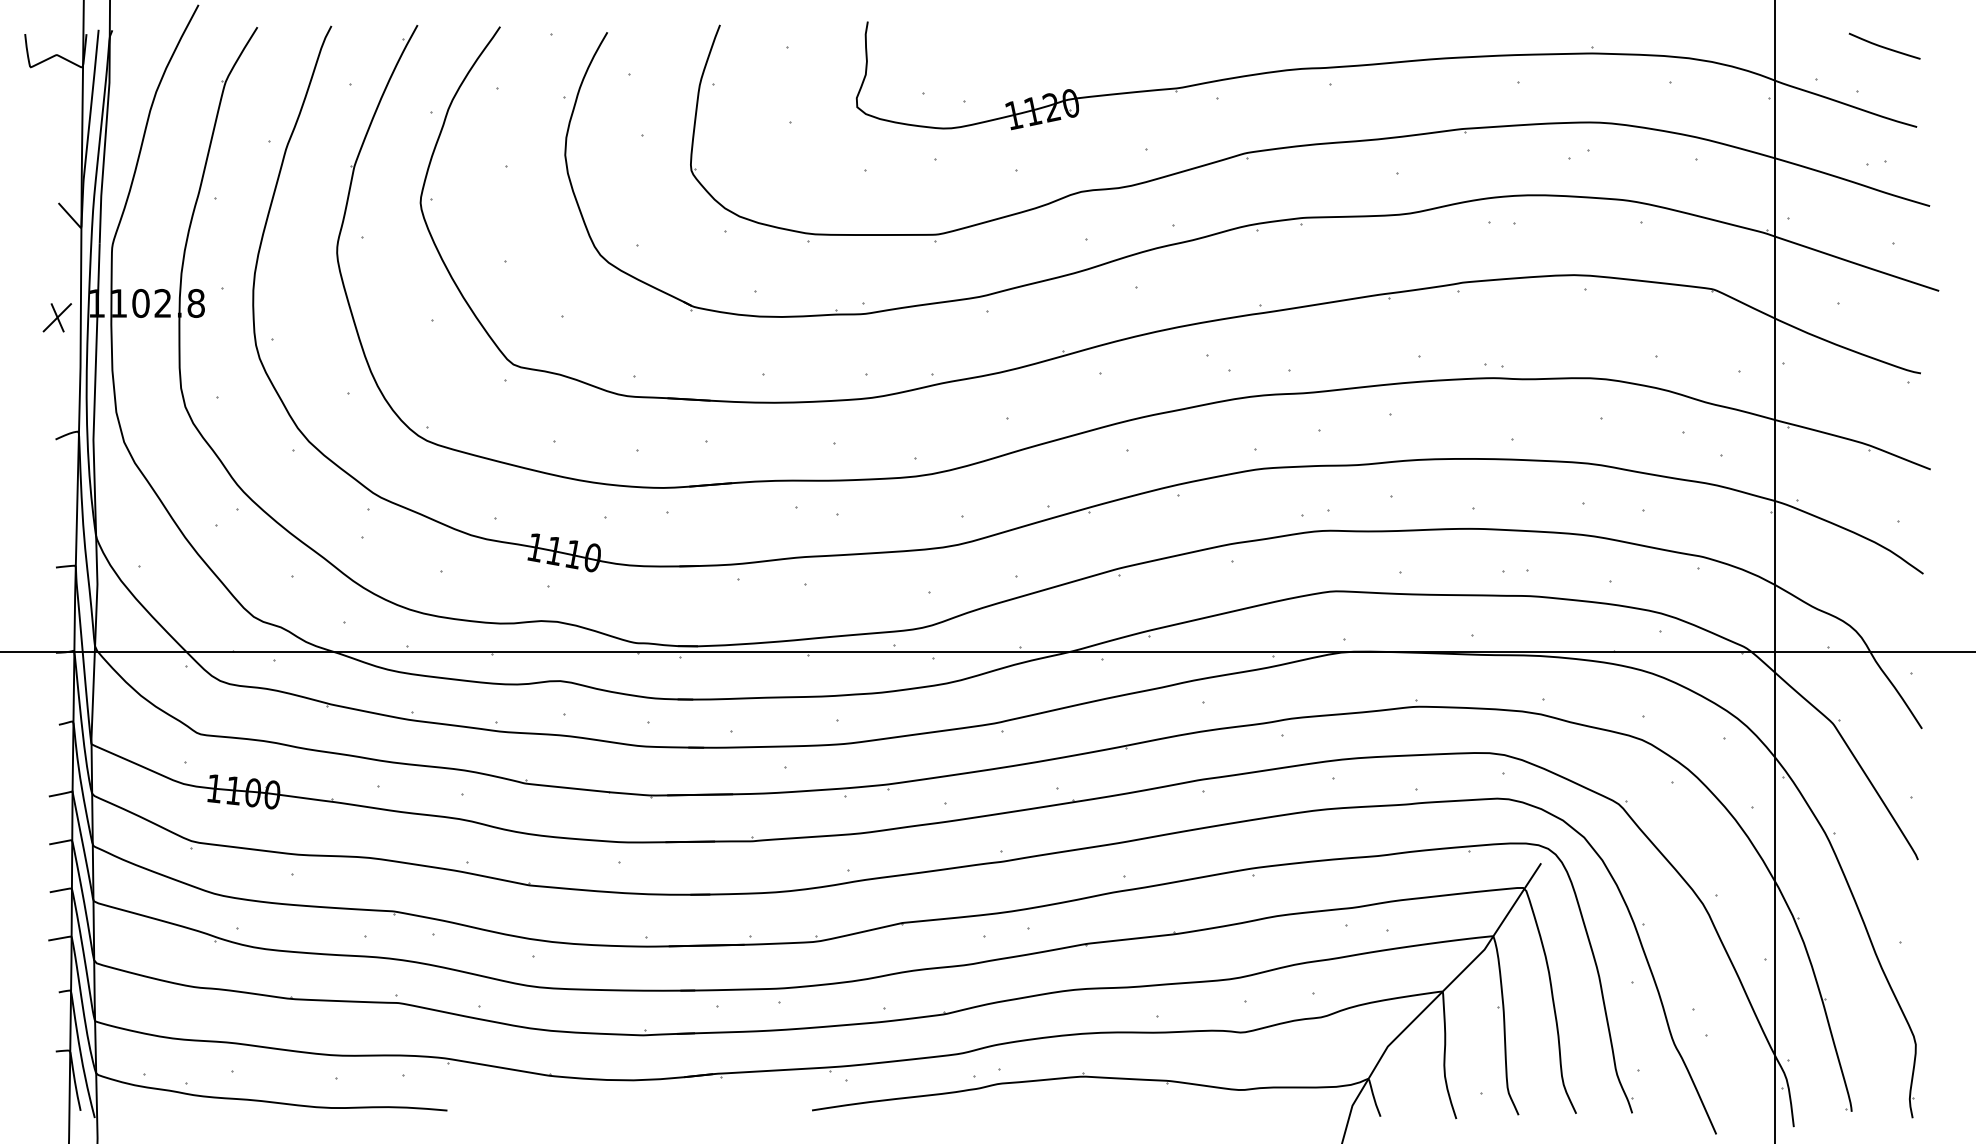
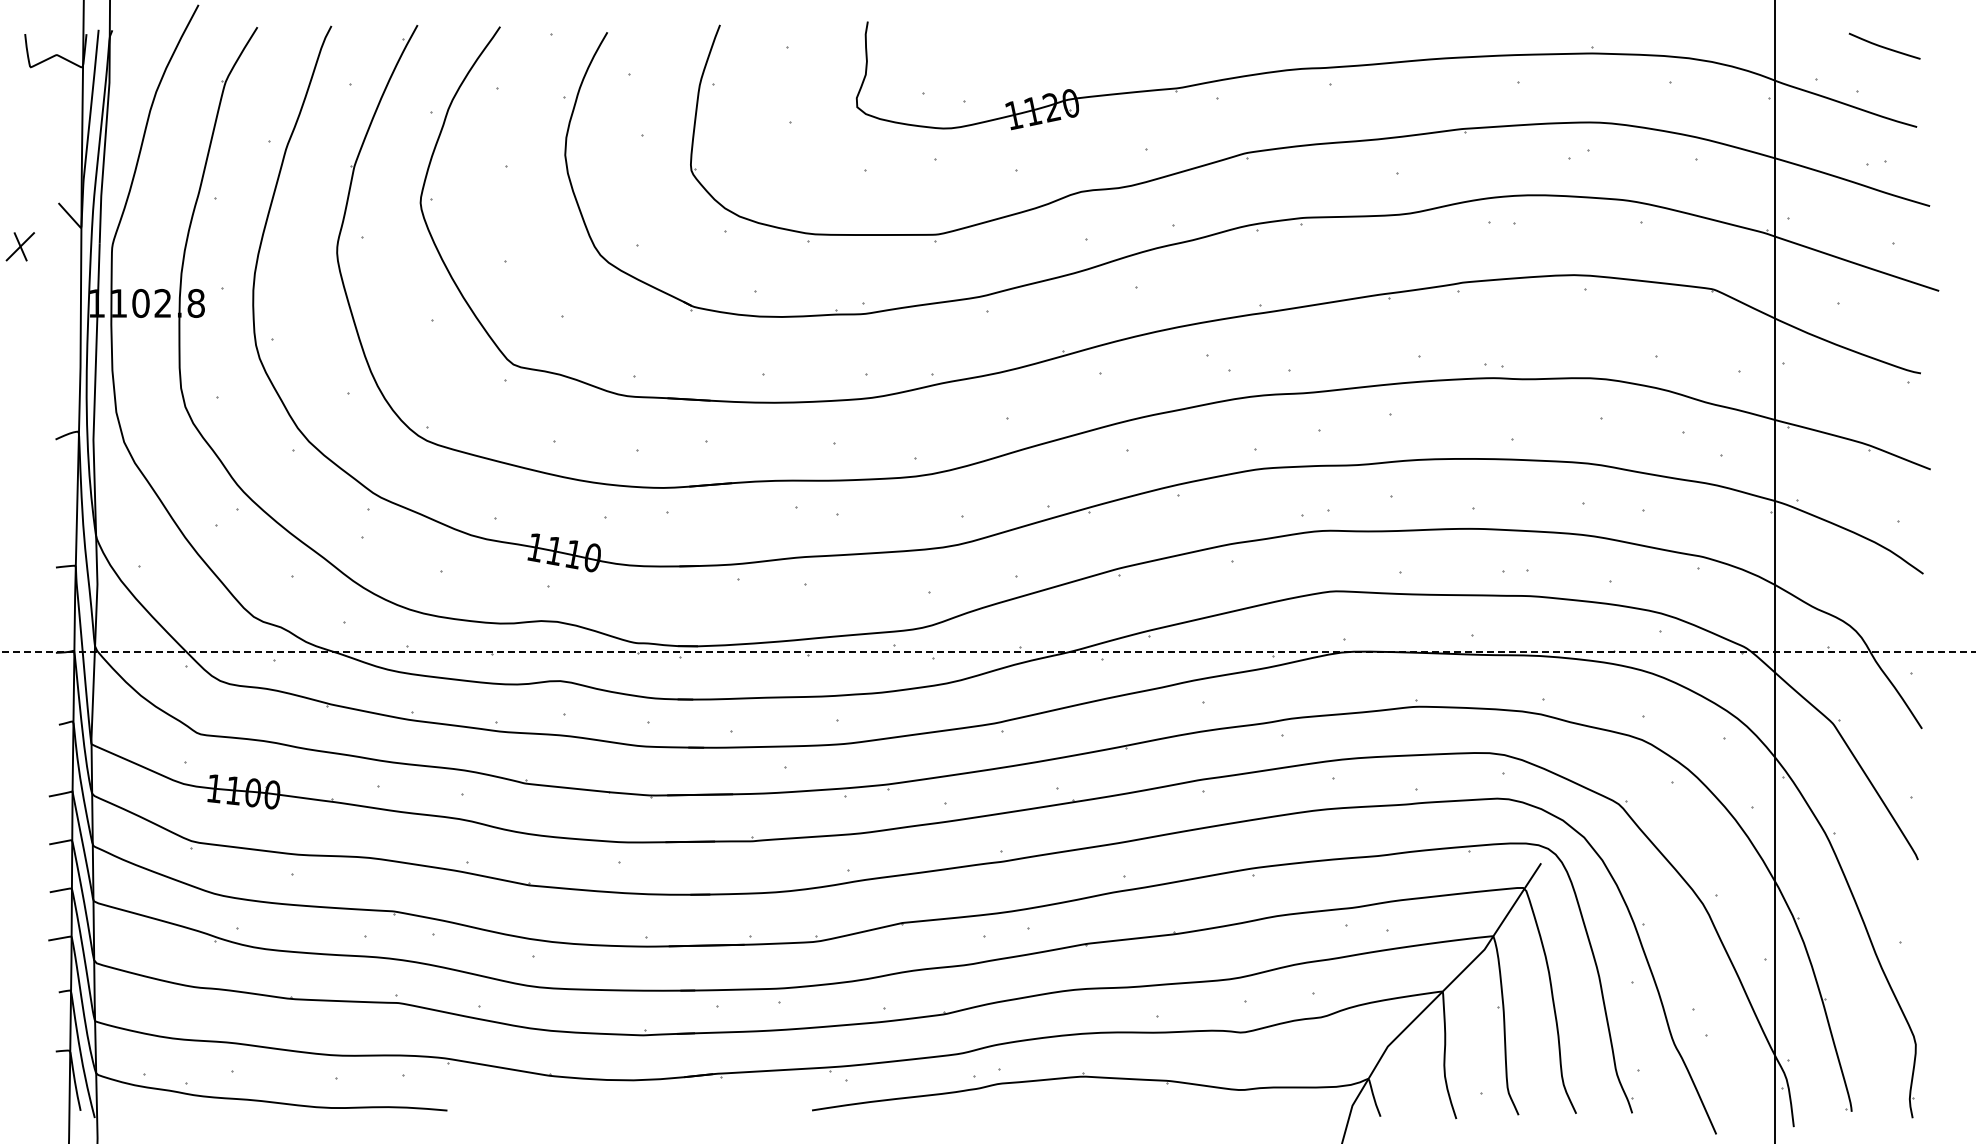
part at (56, 317) position: (56, 317) -> (19, 246)
line at (988, 651): solid -> dashed
